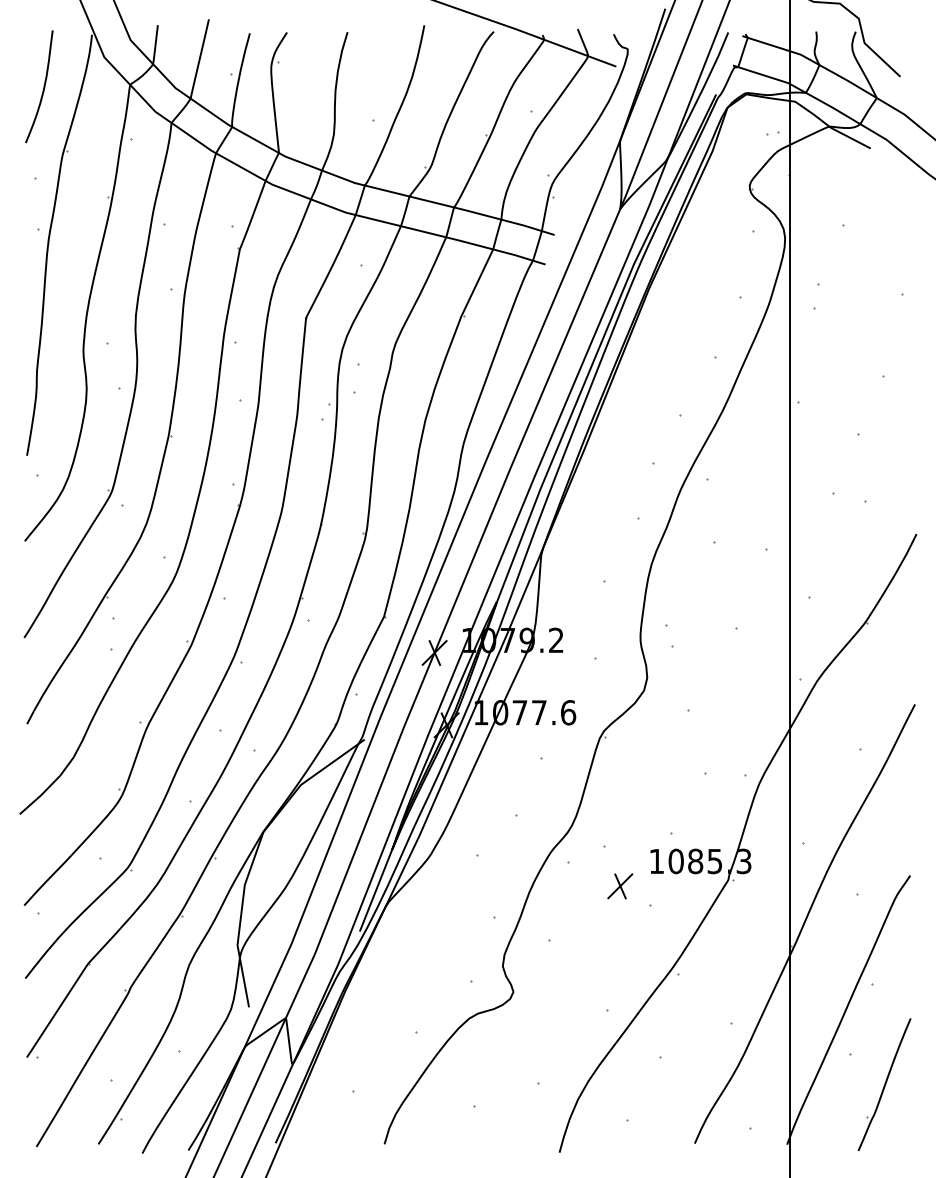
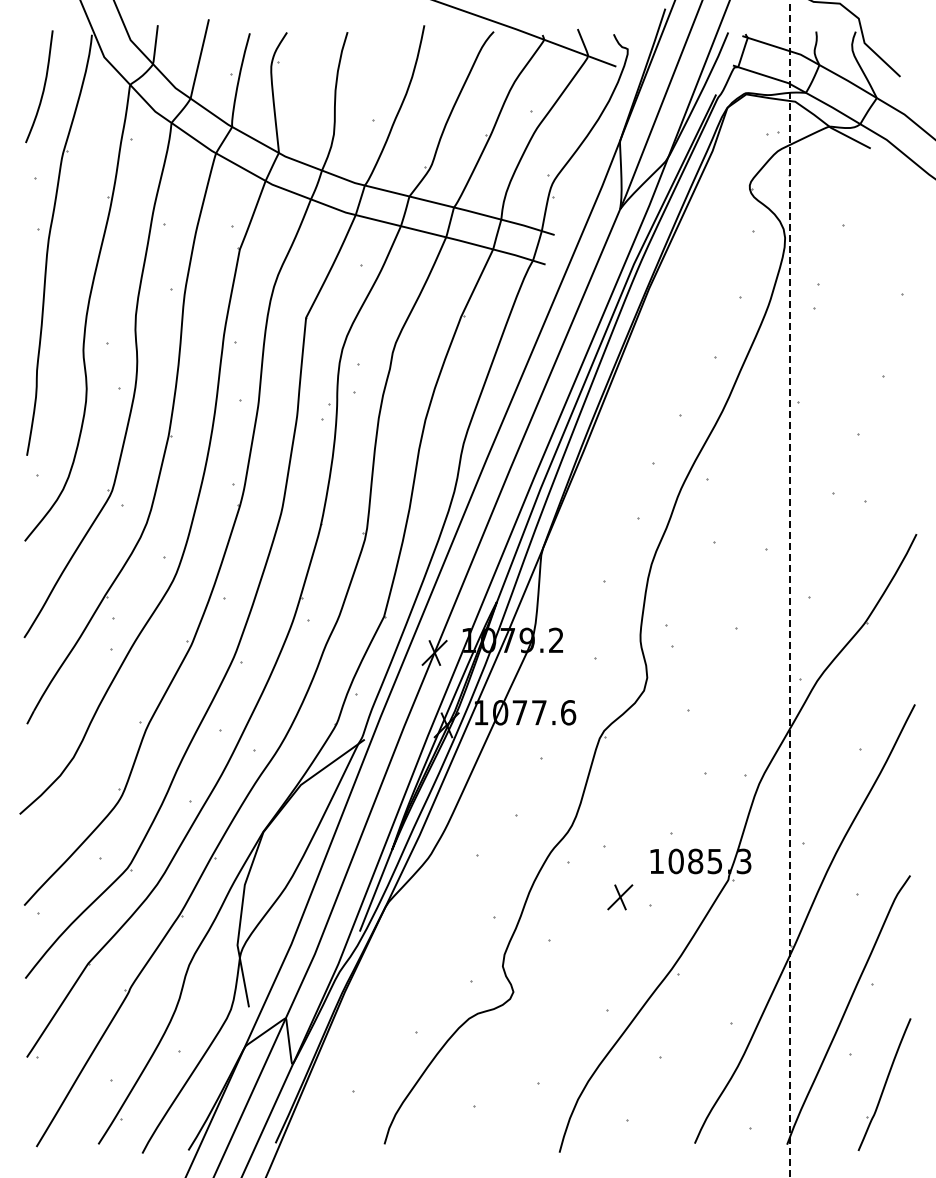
line at (789, 589): solid -> dashed
part at (620, 886) position: (620, 886) -> (620, 897)
